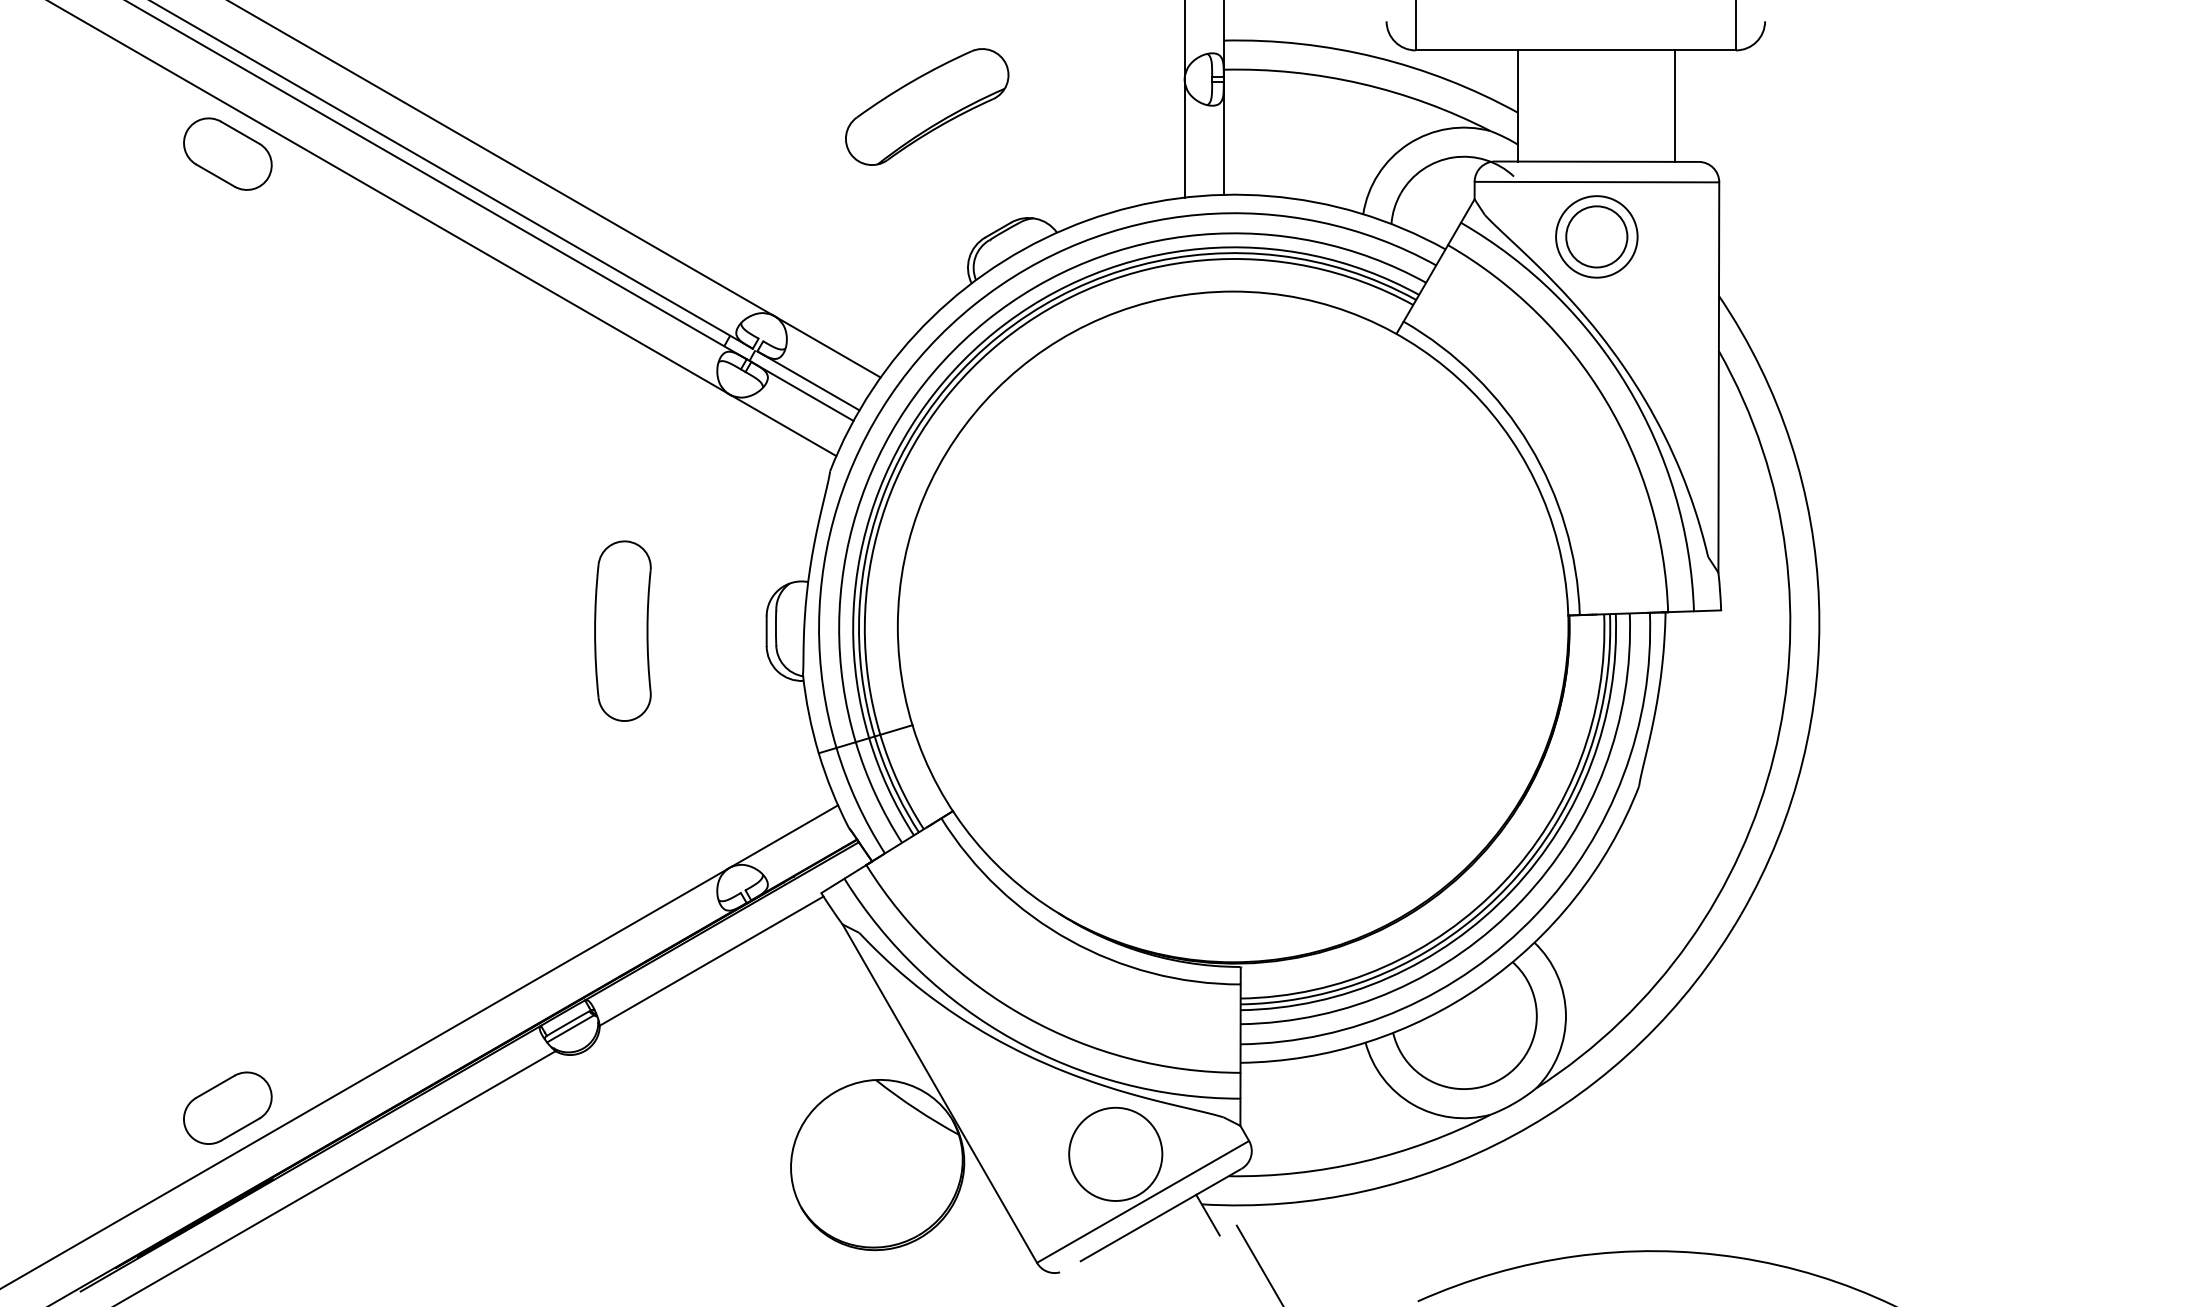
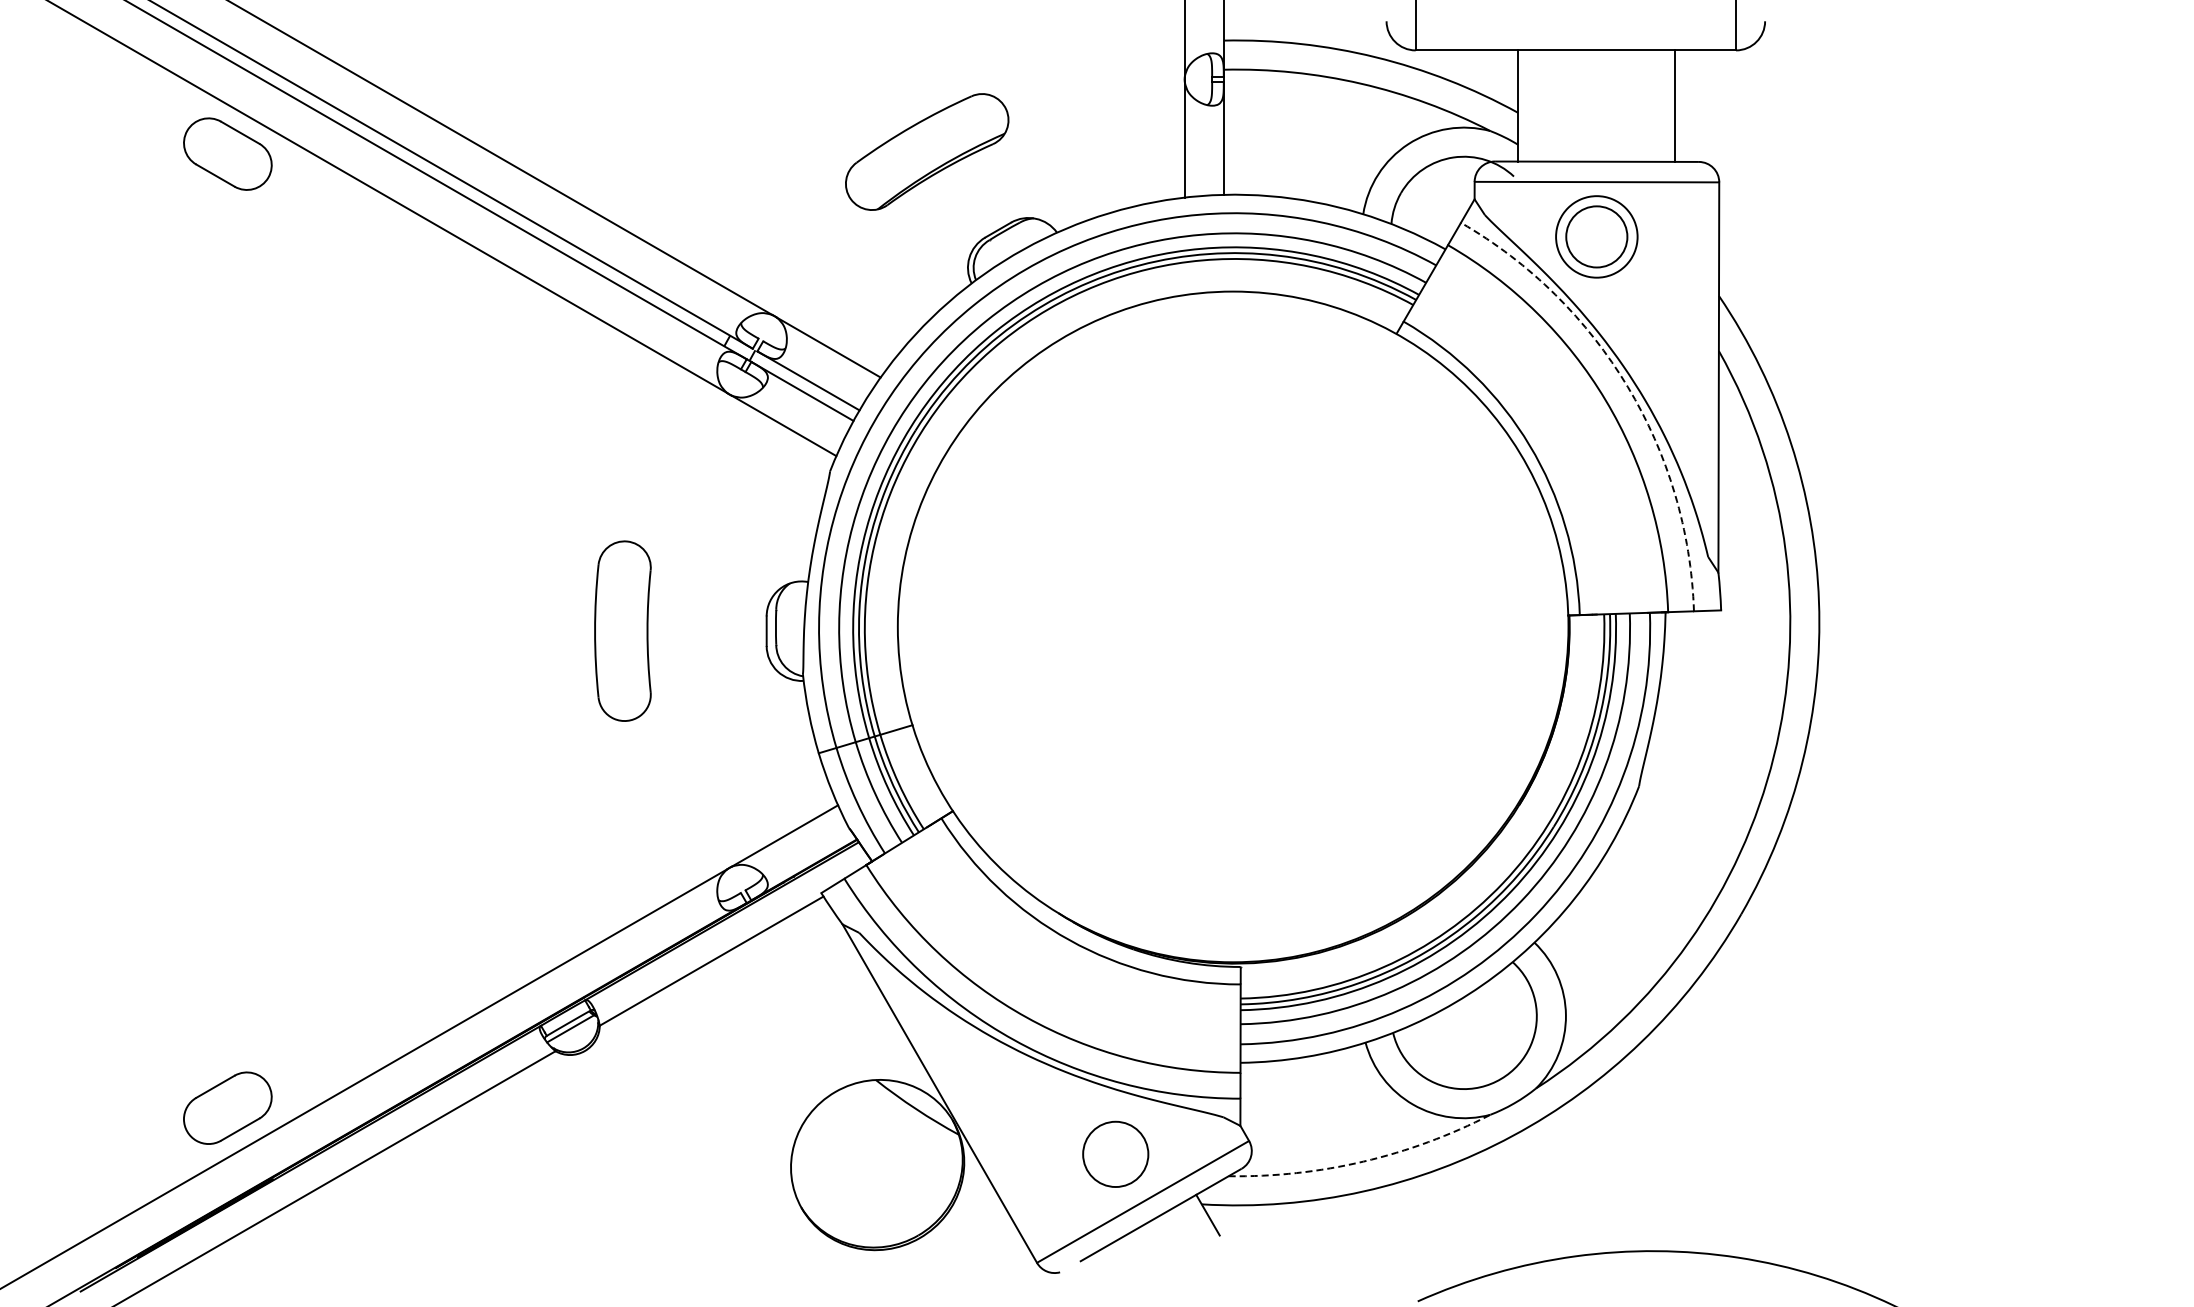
part at (927, 106) position: (927, 106) -> (927, 151)
arc at (1627, 386): solid -> dashed
circle at (1115, 1153) diameter: 93 px -> 65 px
arc at (1363, 1161): solid -> dashed
line at (1258, 1264): present -> none
